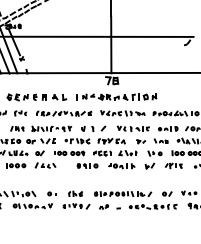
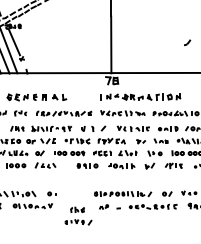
line at (97, 36): present -> none
part at (116, 96) position: (116, 96) -> (140, 96)
part at (76, 199) position: (76, 199) -> (78, 215)
